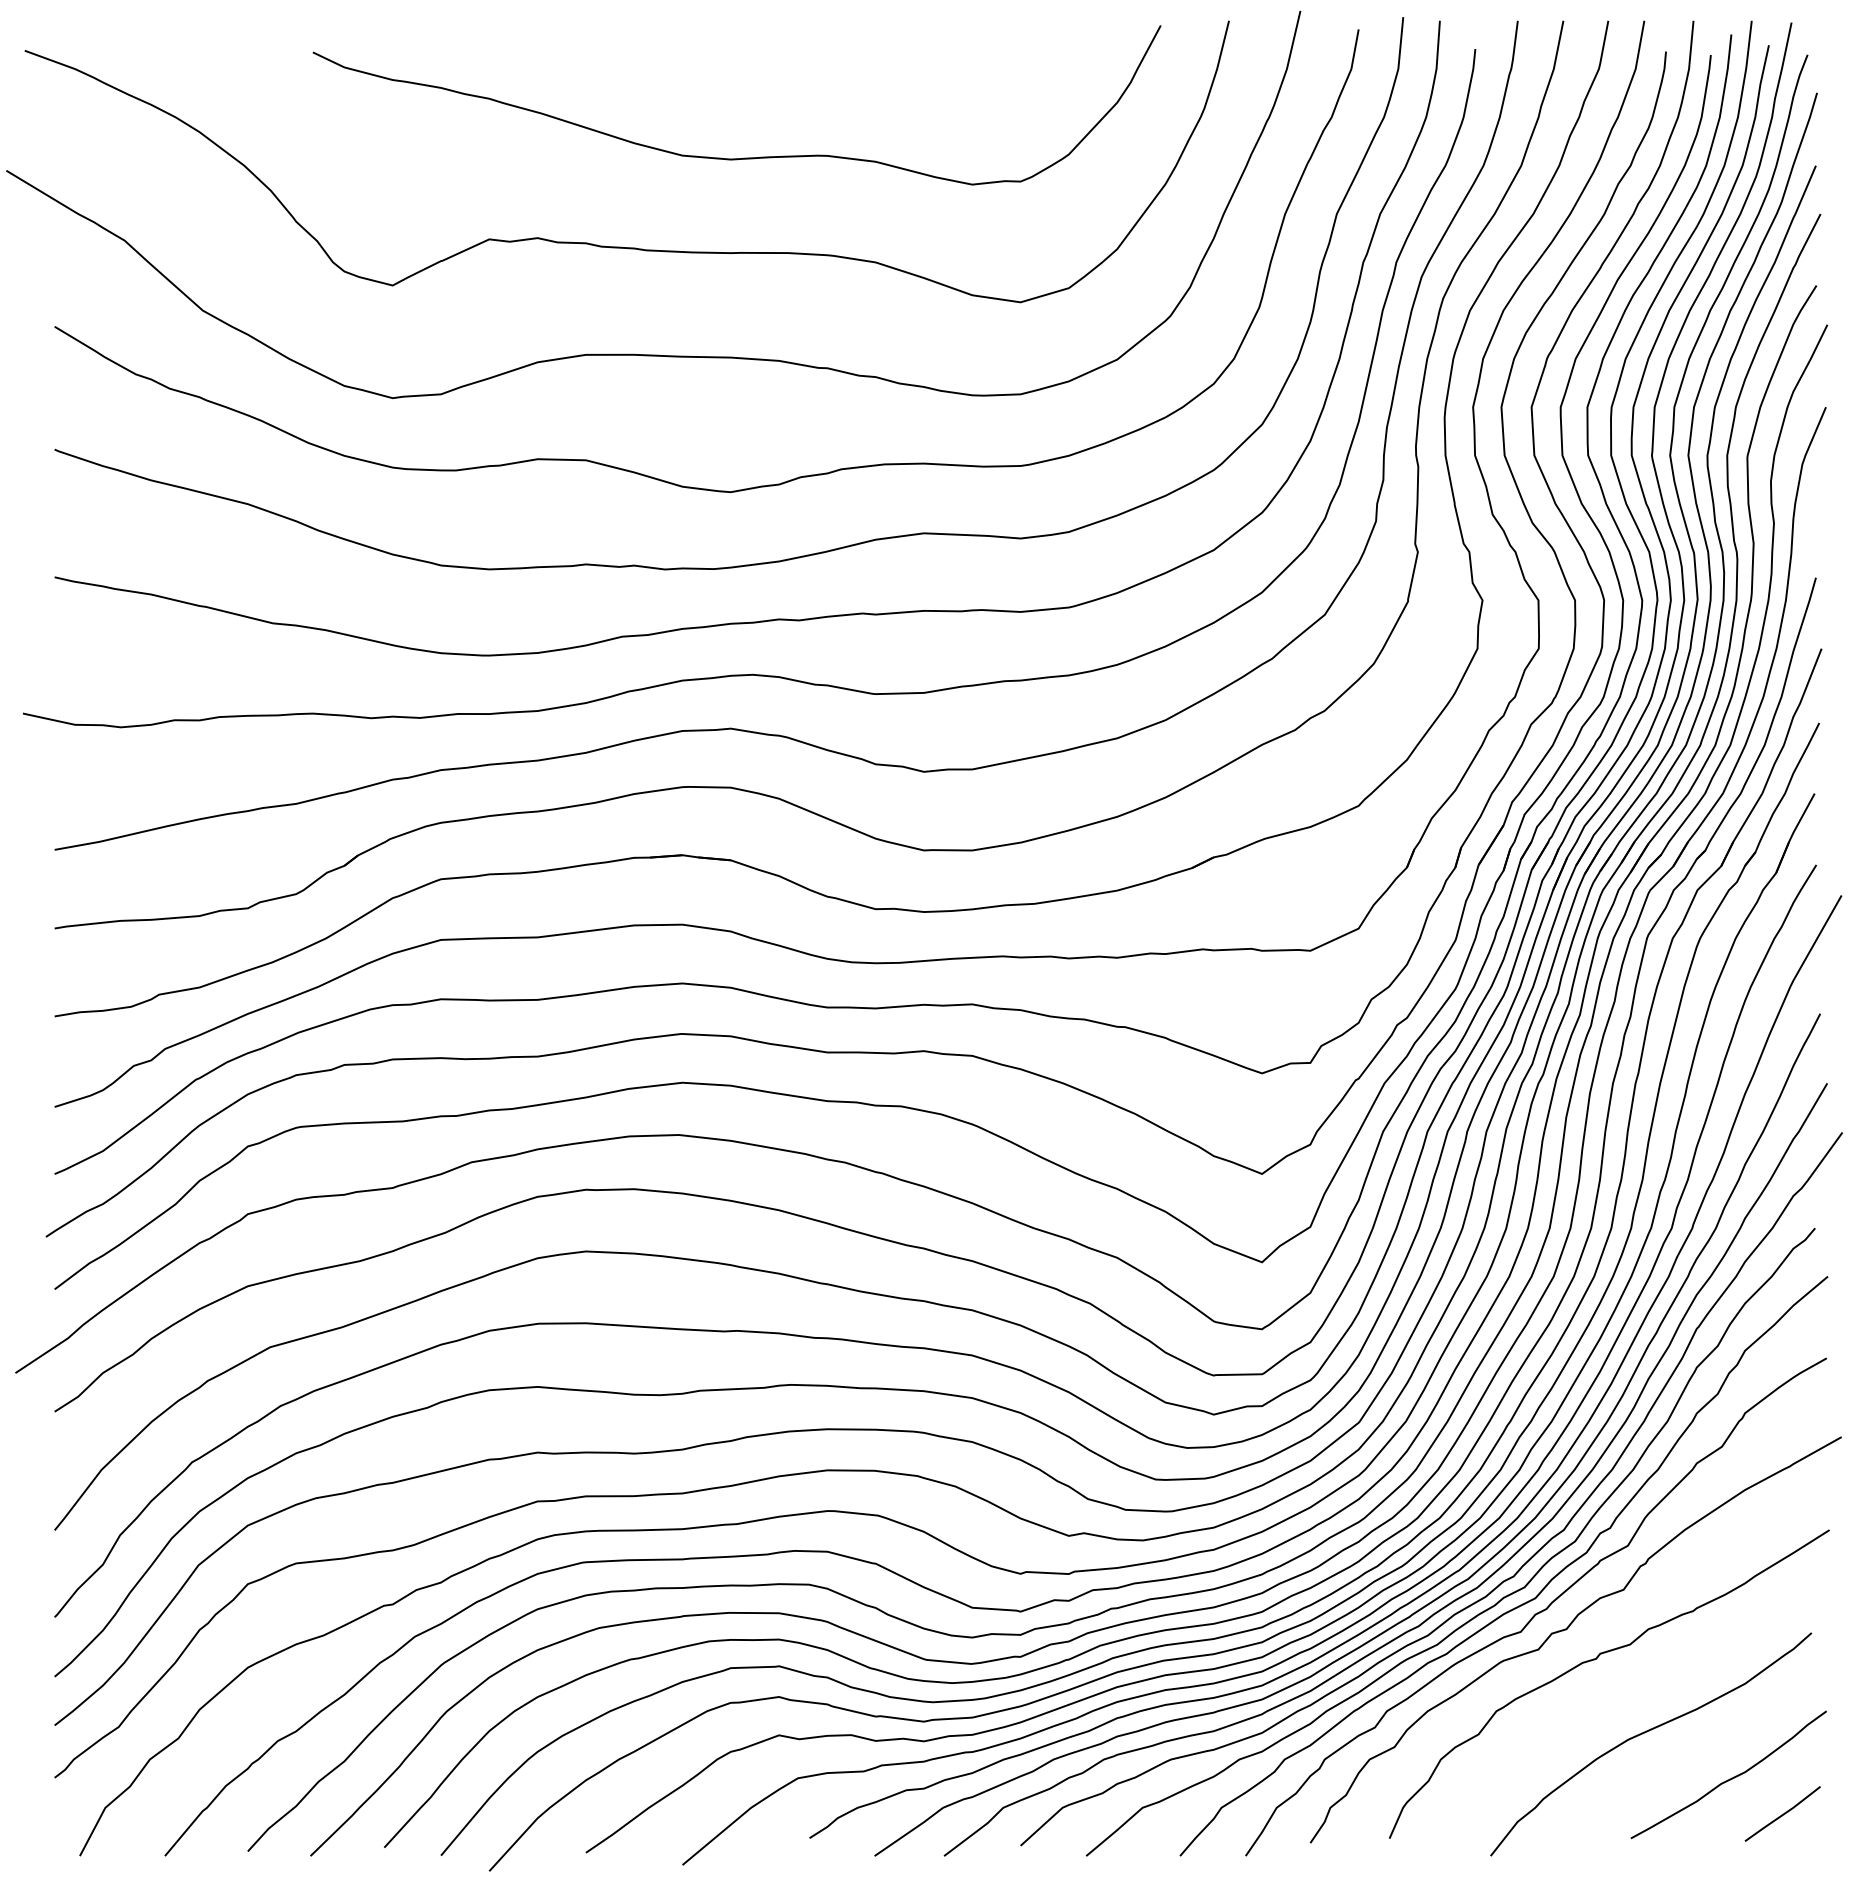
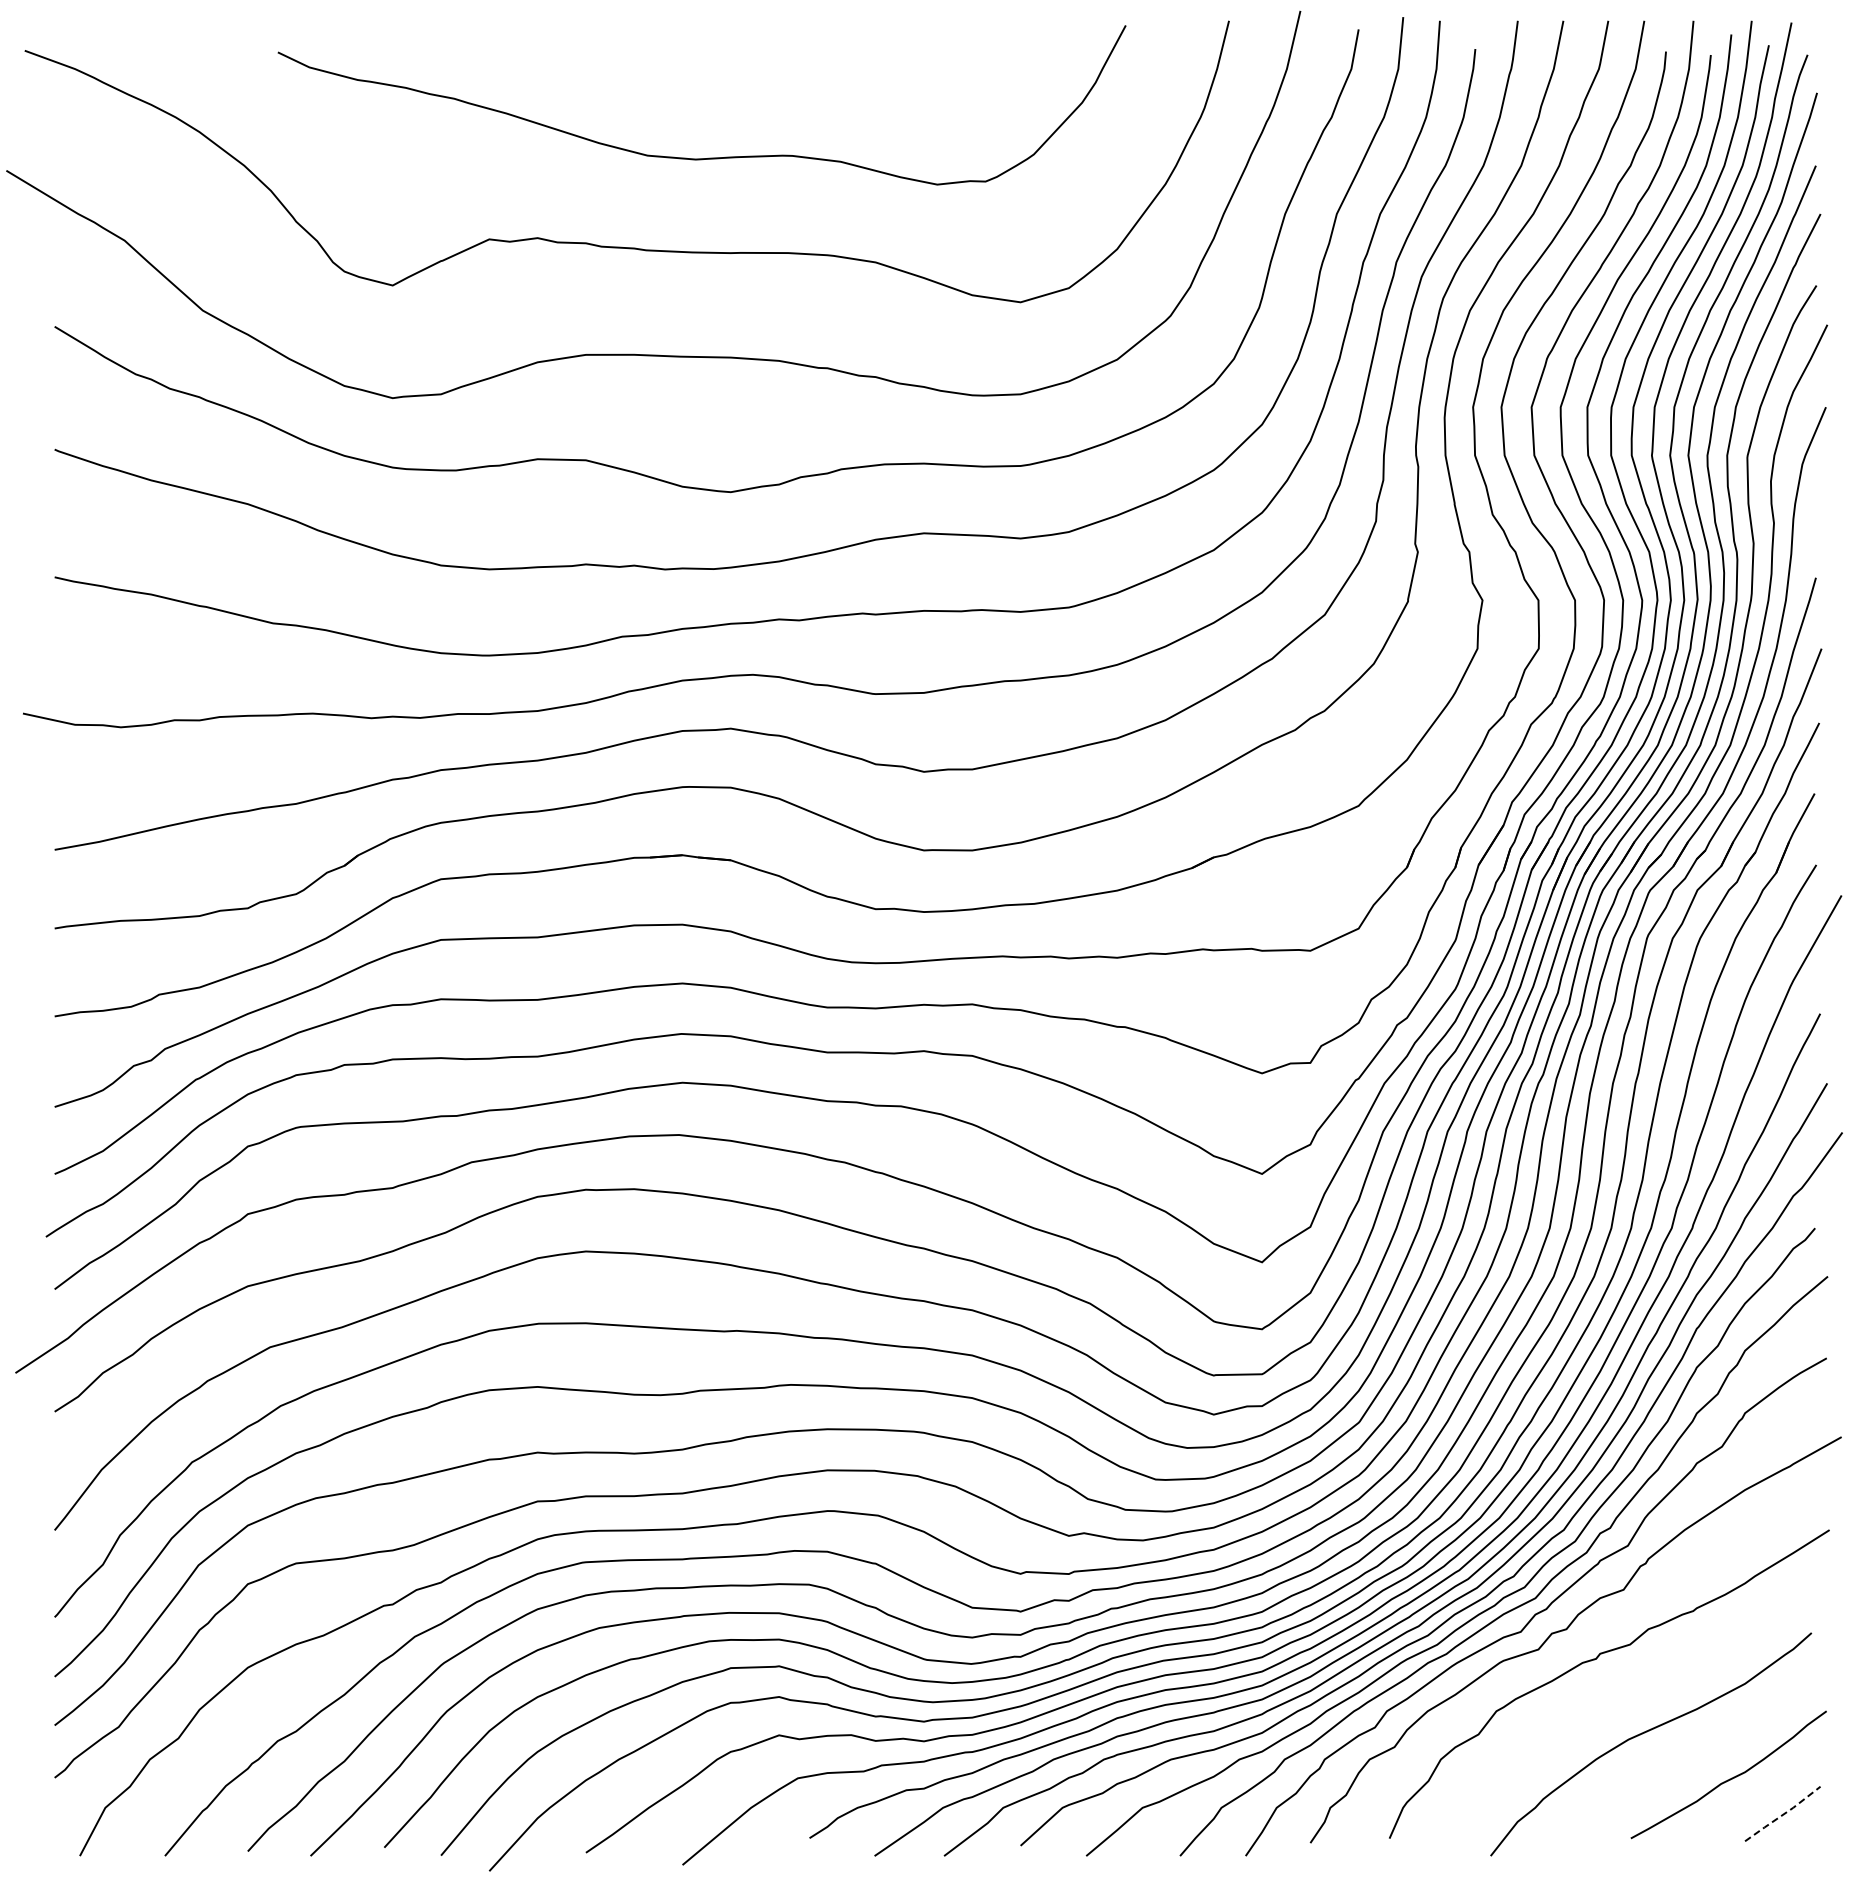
curve at (743, 157) position: (743, 157) -> (708, 157)
line at (1783, 1814): solid -> dashed
